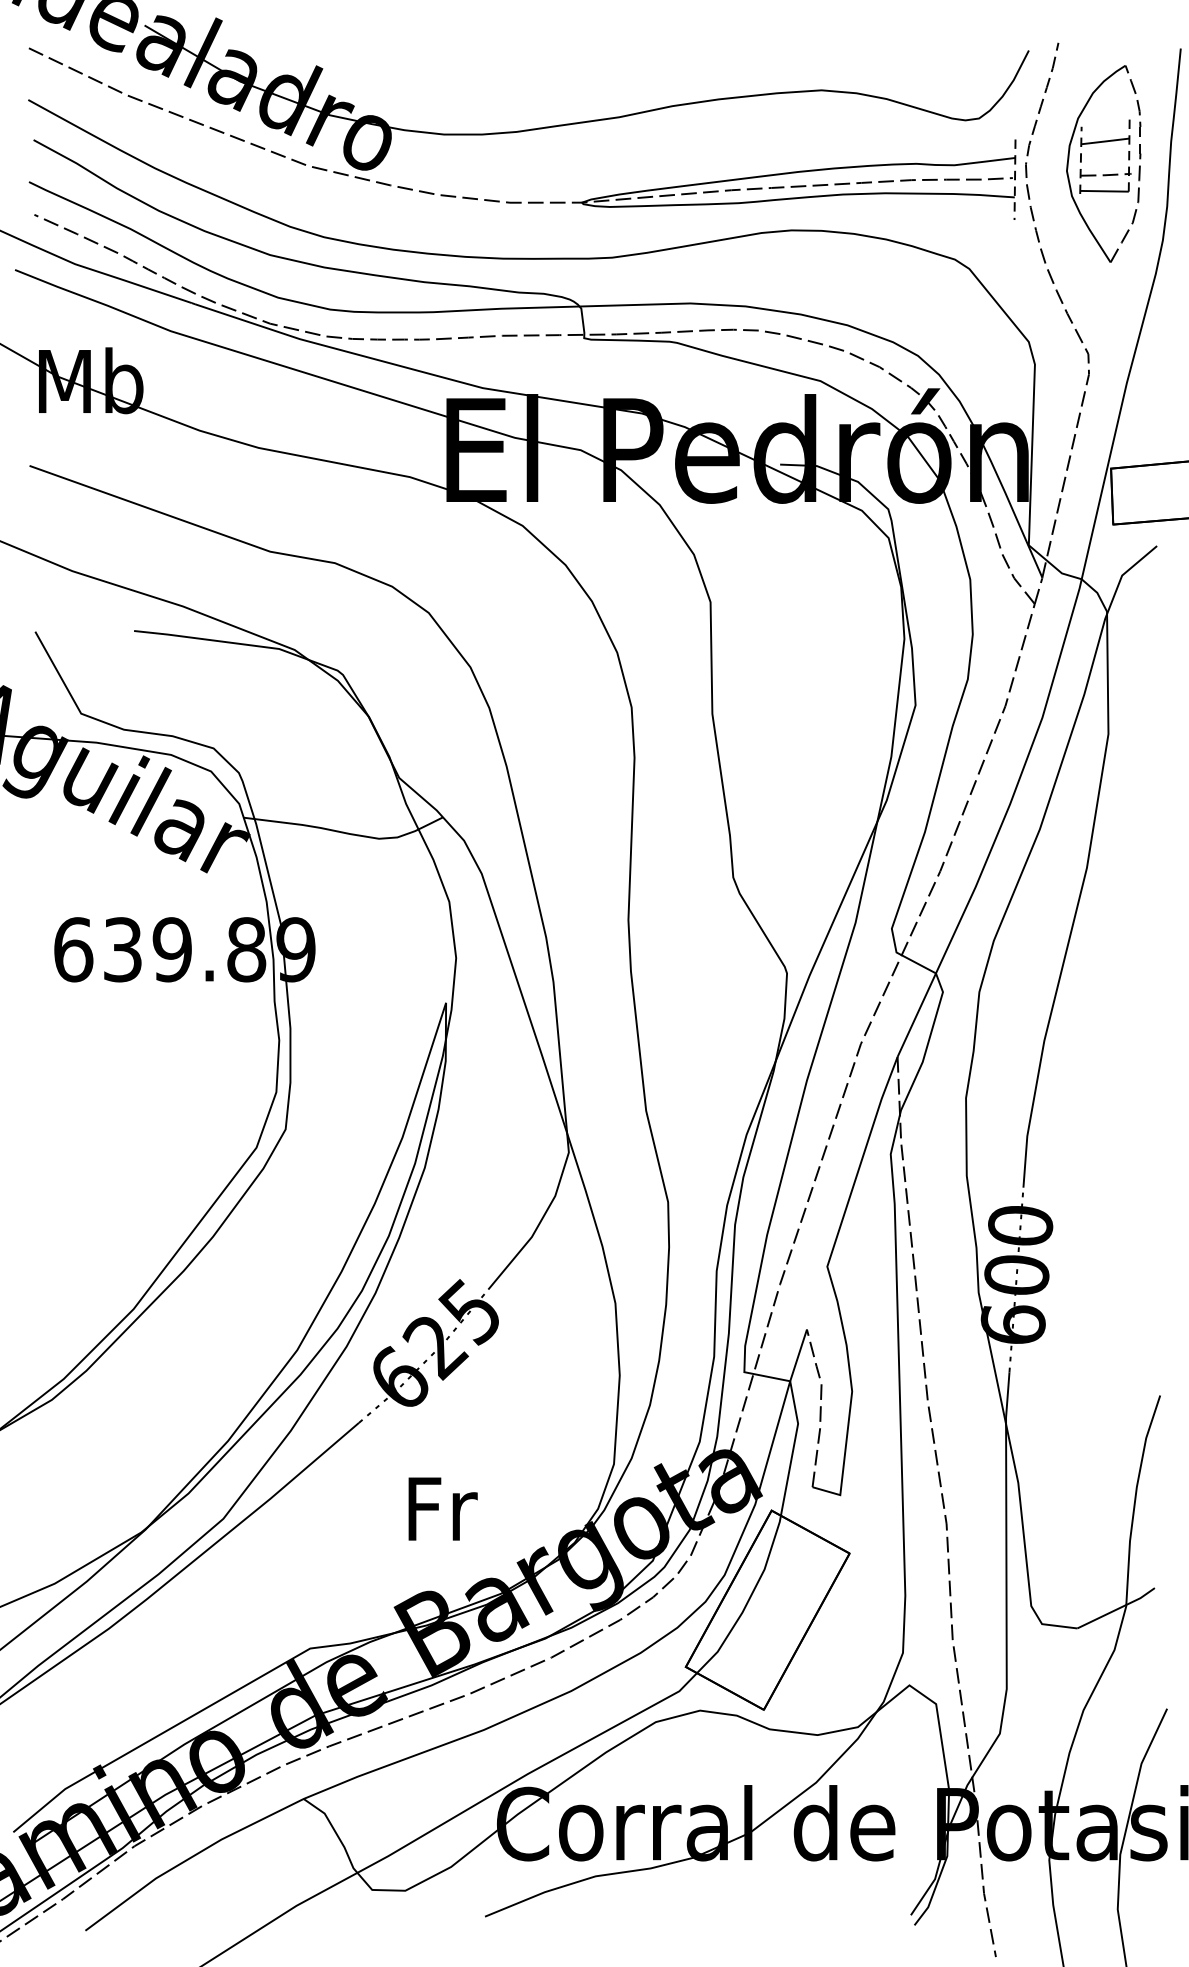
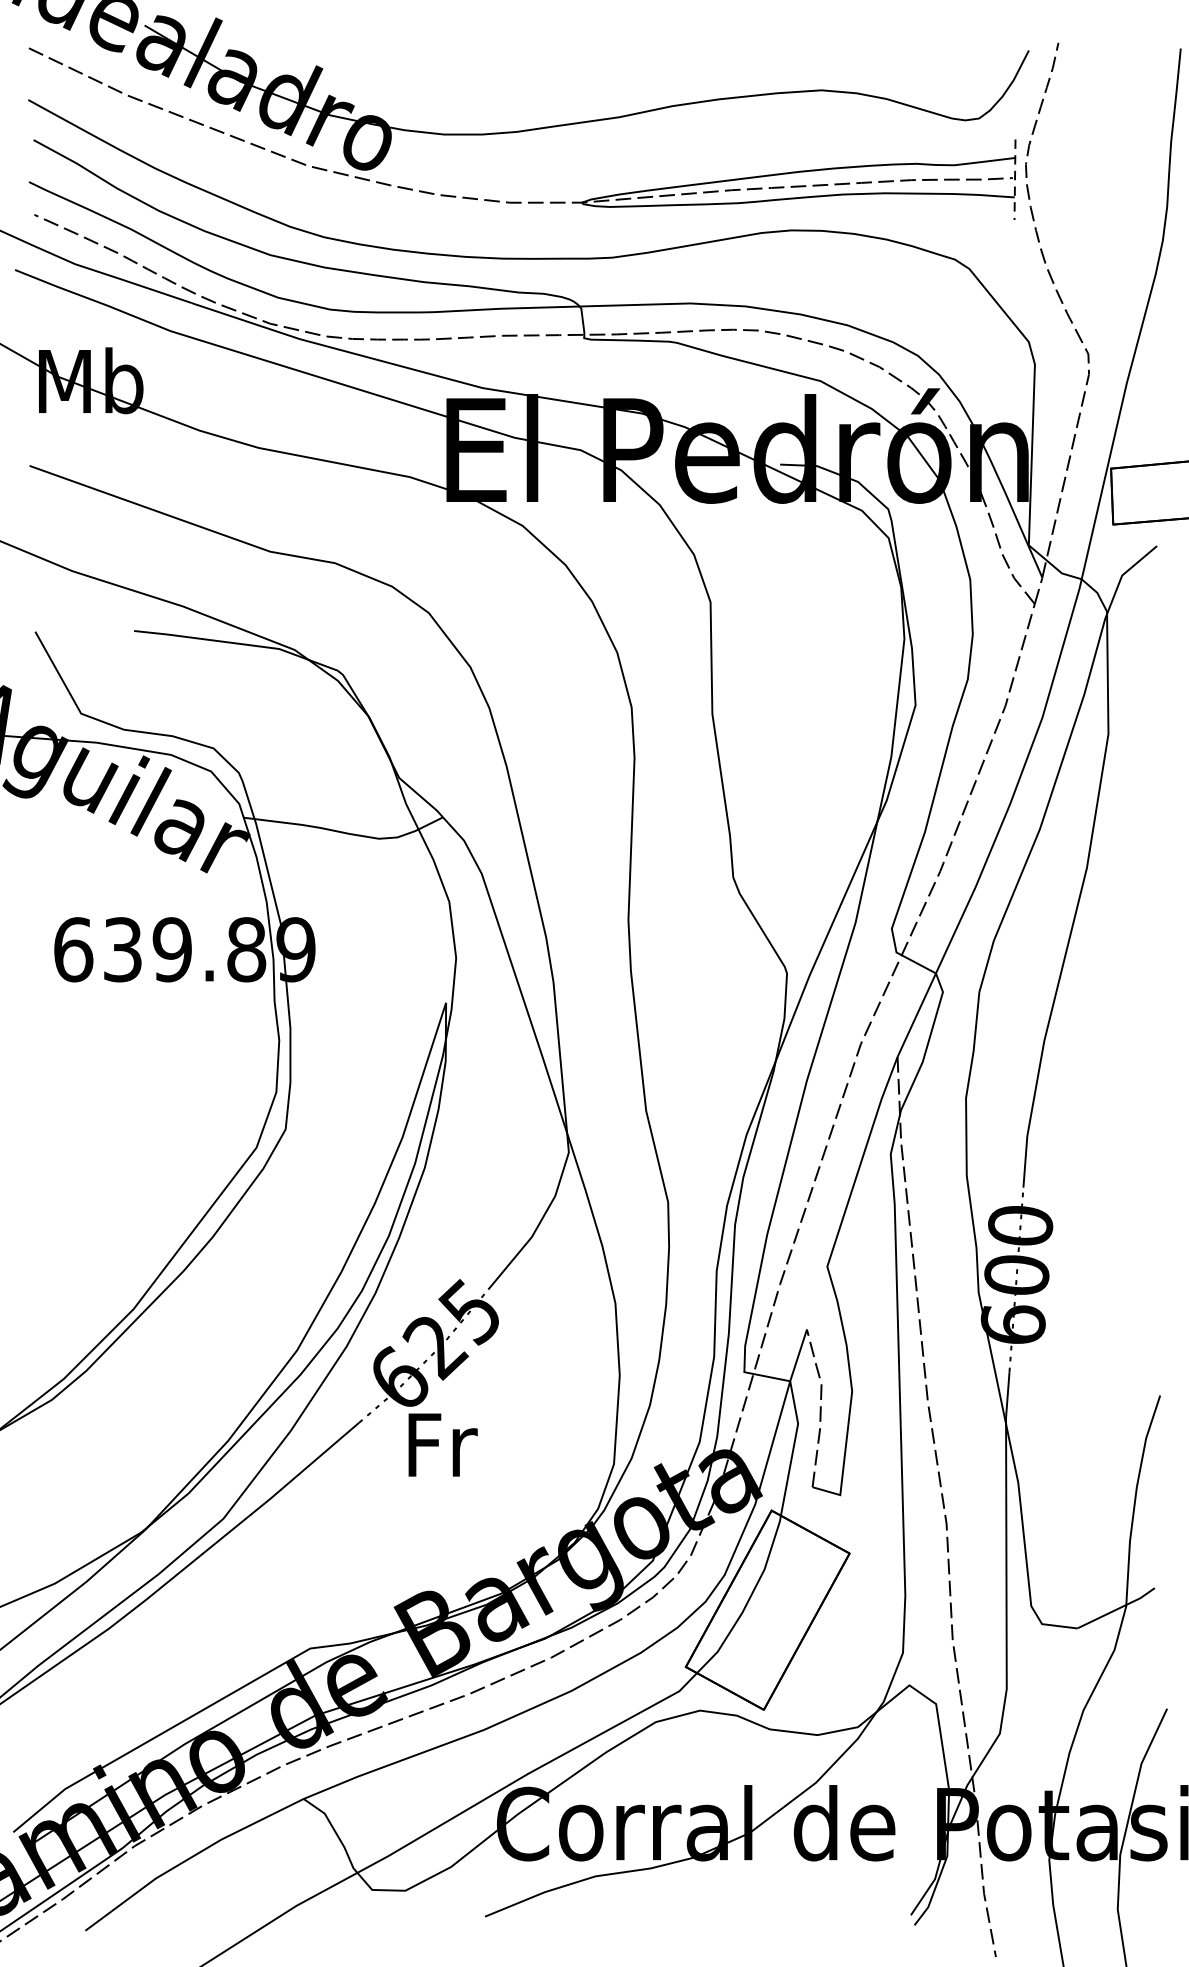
part at (1103, 174): present -> none
text at (442, 1508) position: (442, 1508) -> (442, 1444)
